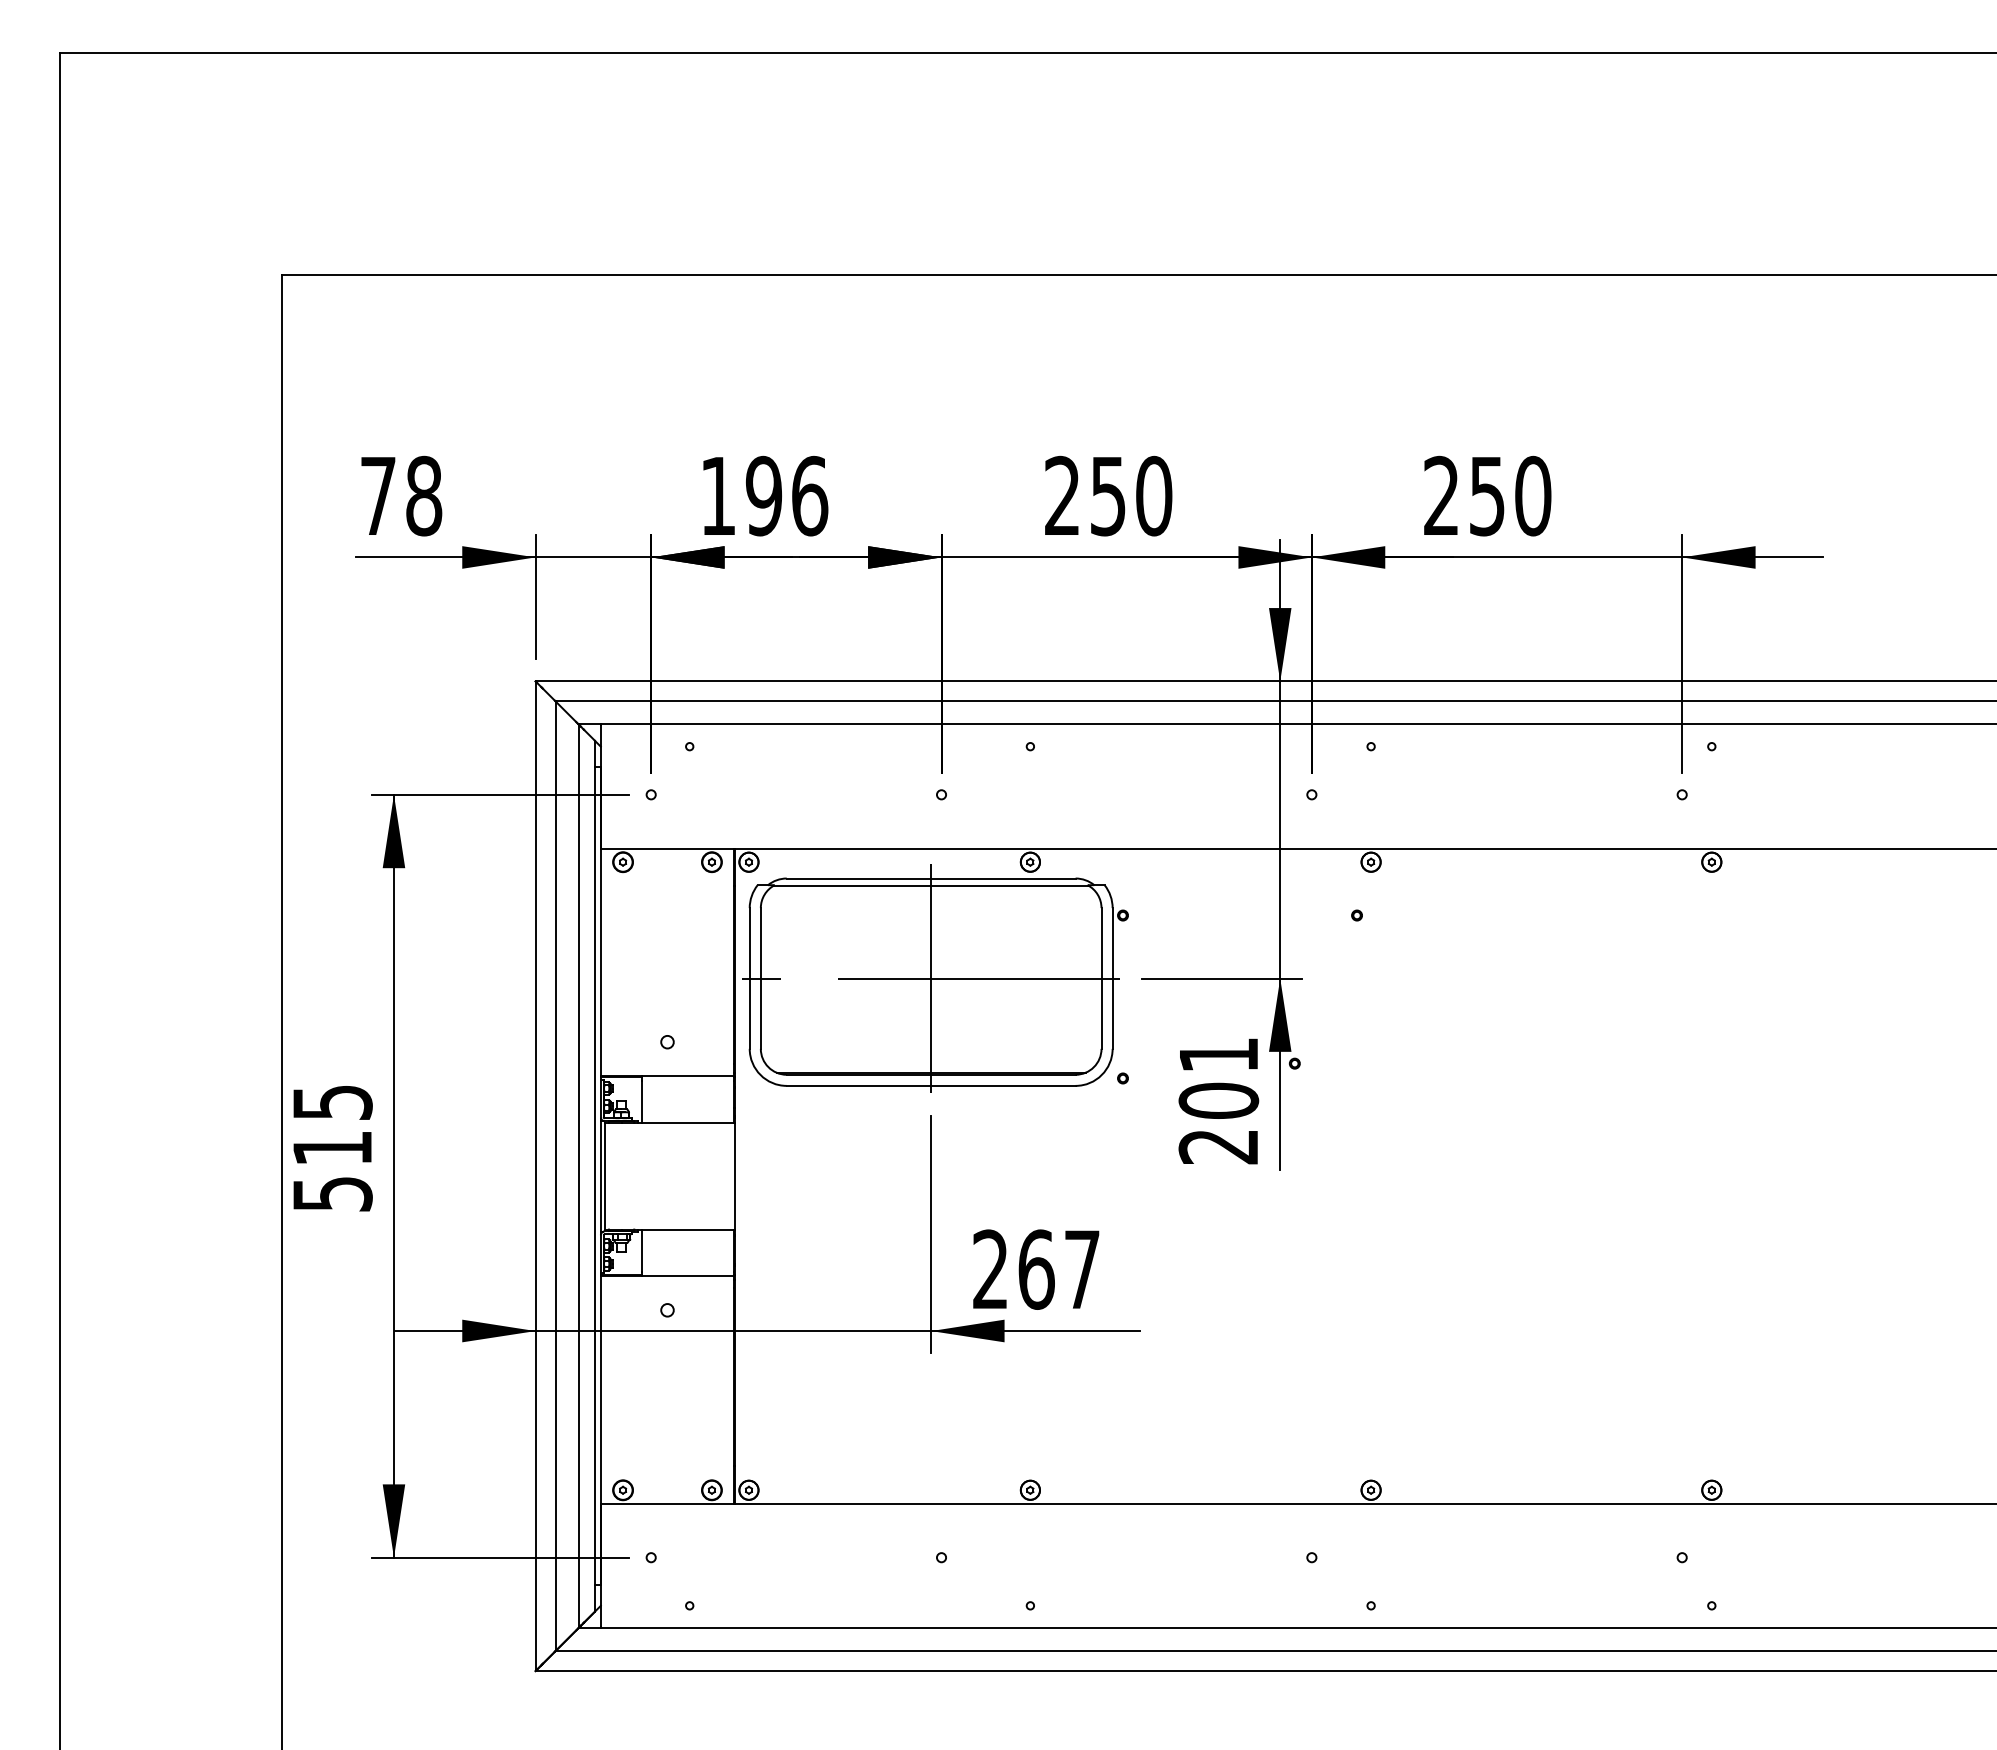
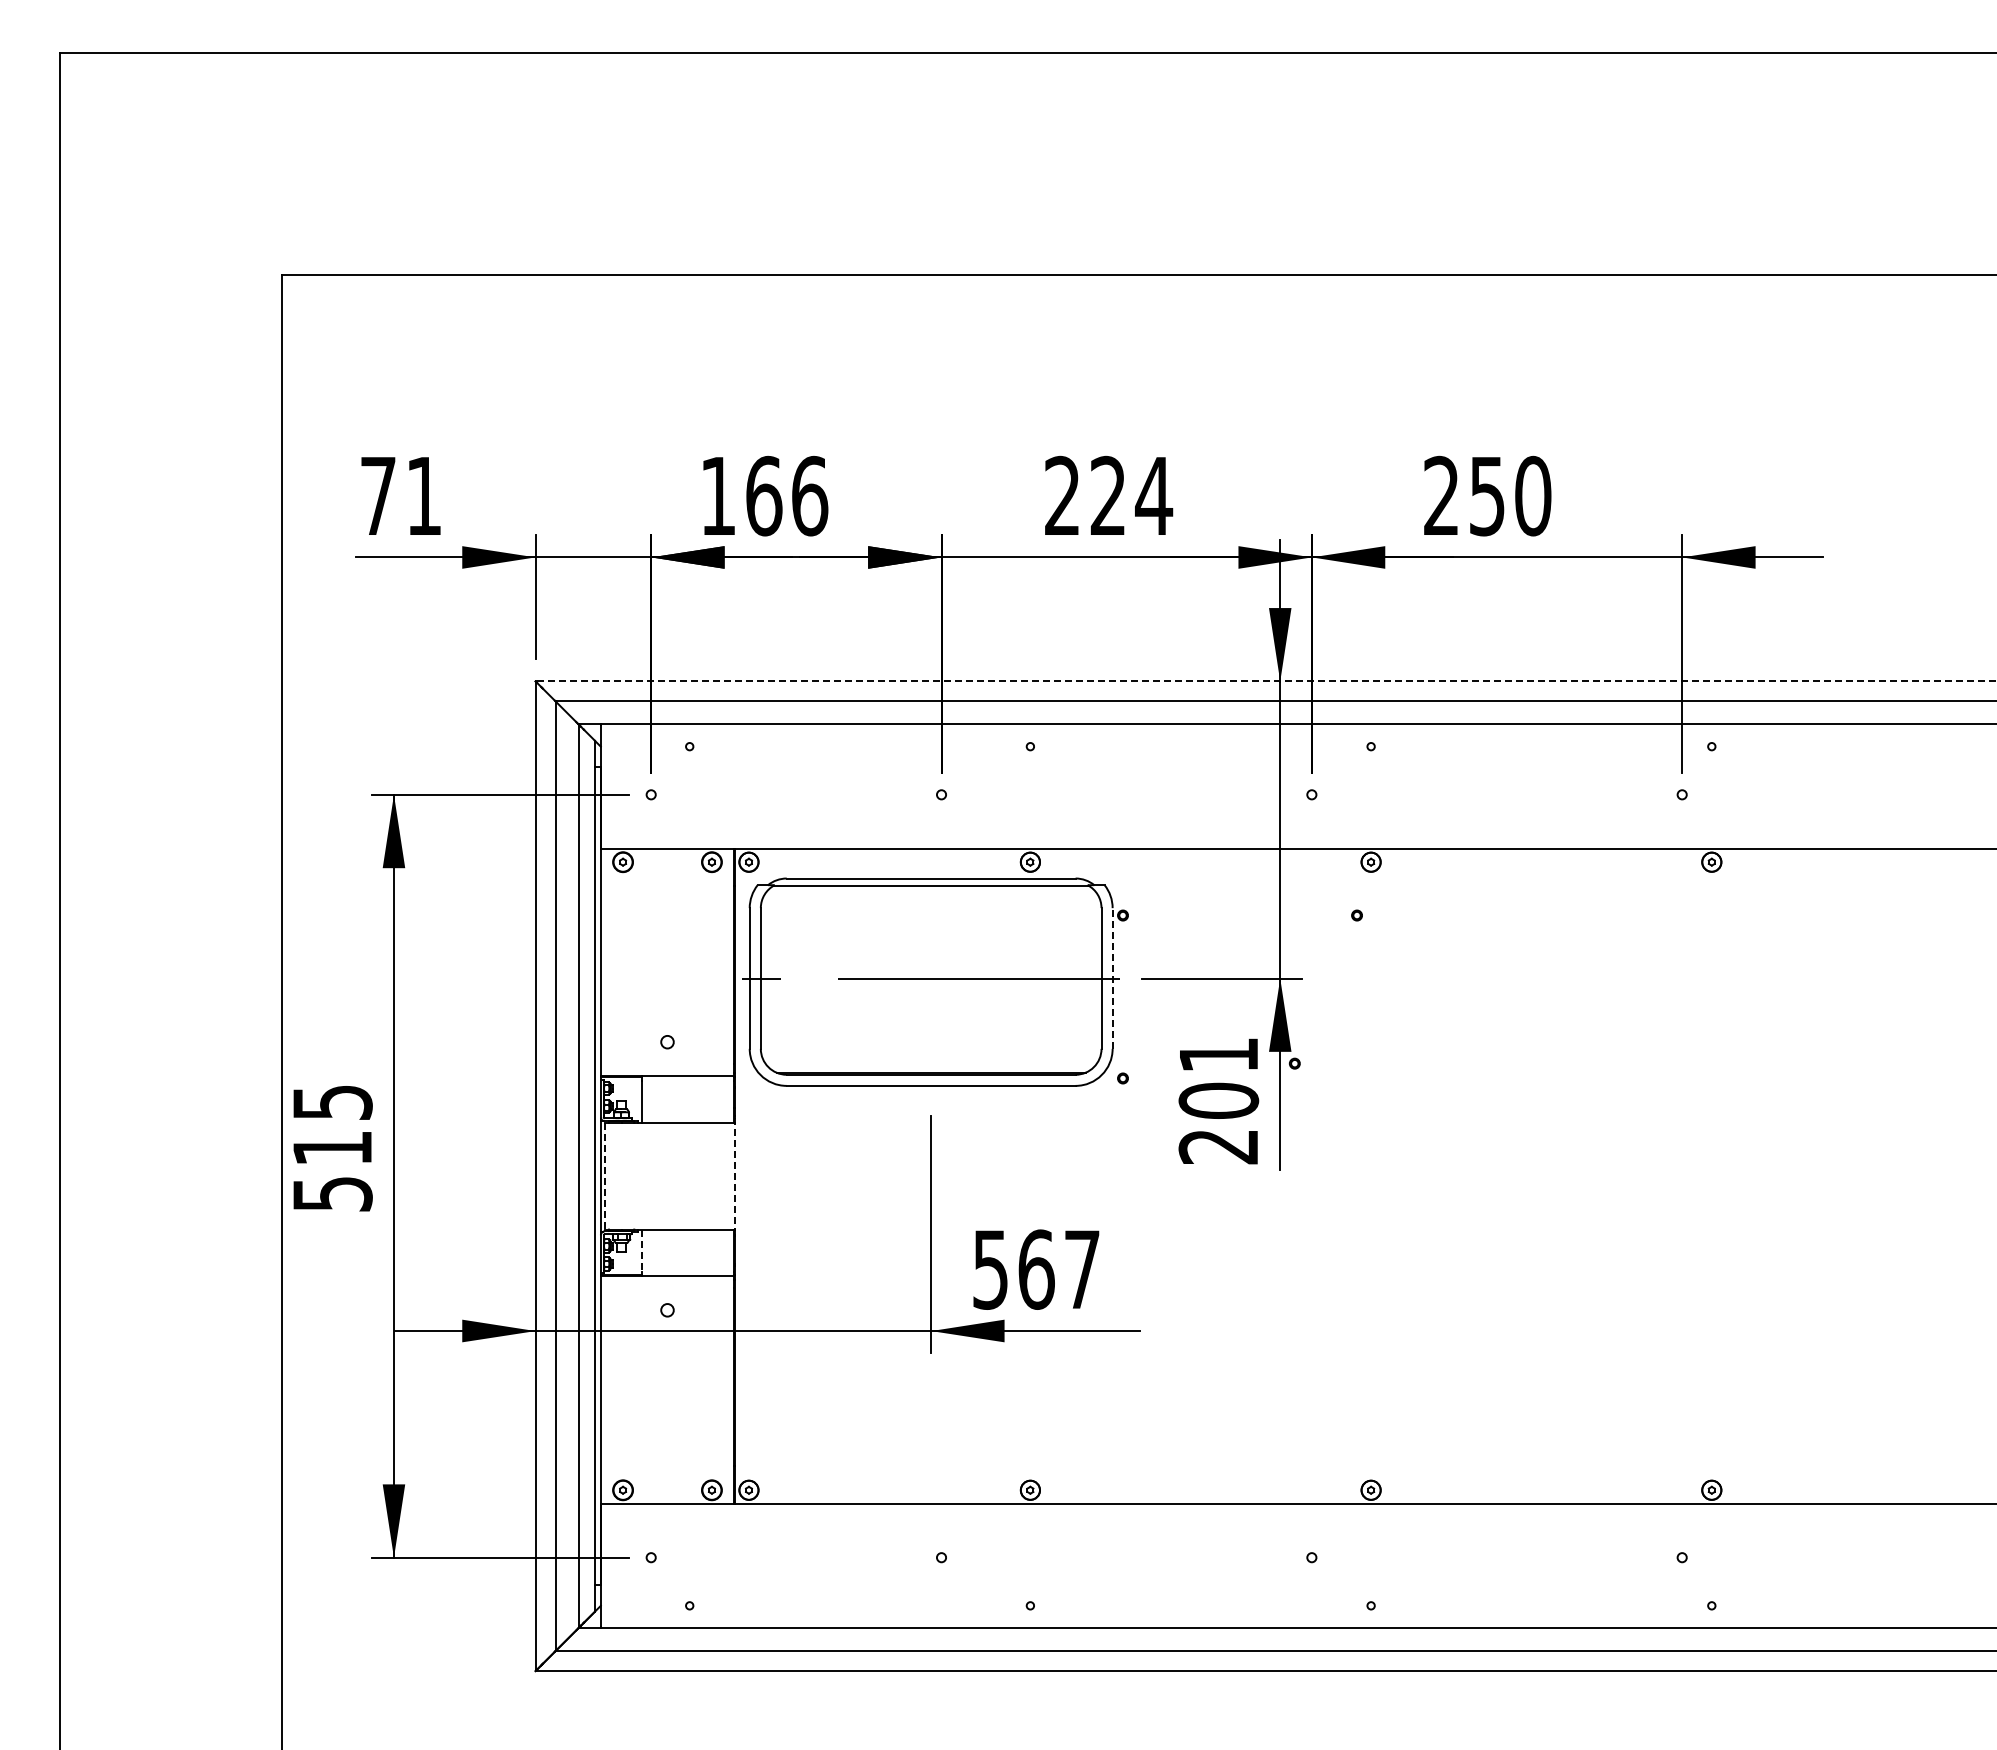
text at (424, 495): 78 -> 71
text at (763, 495): 196 -> 166
text at (1131, 495): 250 -> 224
line at (1265, 681): solid -> dashed
line at (931, 978): present -> none
line at (1112, 978): solid -> dashed
line at (734, 1175): solid -> dashed
line at (605, 1176): solid -> dashed
line at (642, 1251): solid -> dashed
text at (990, 1269): 267 -> 567
